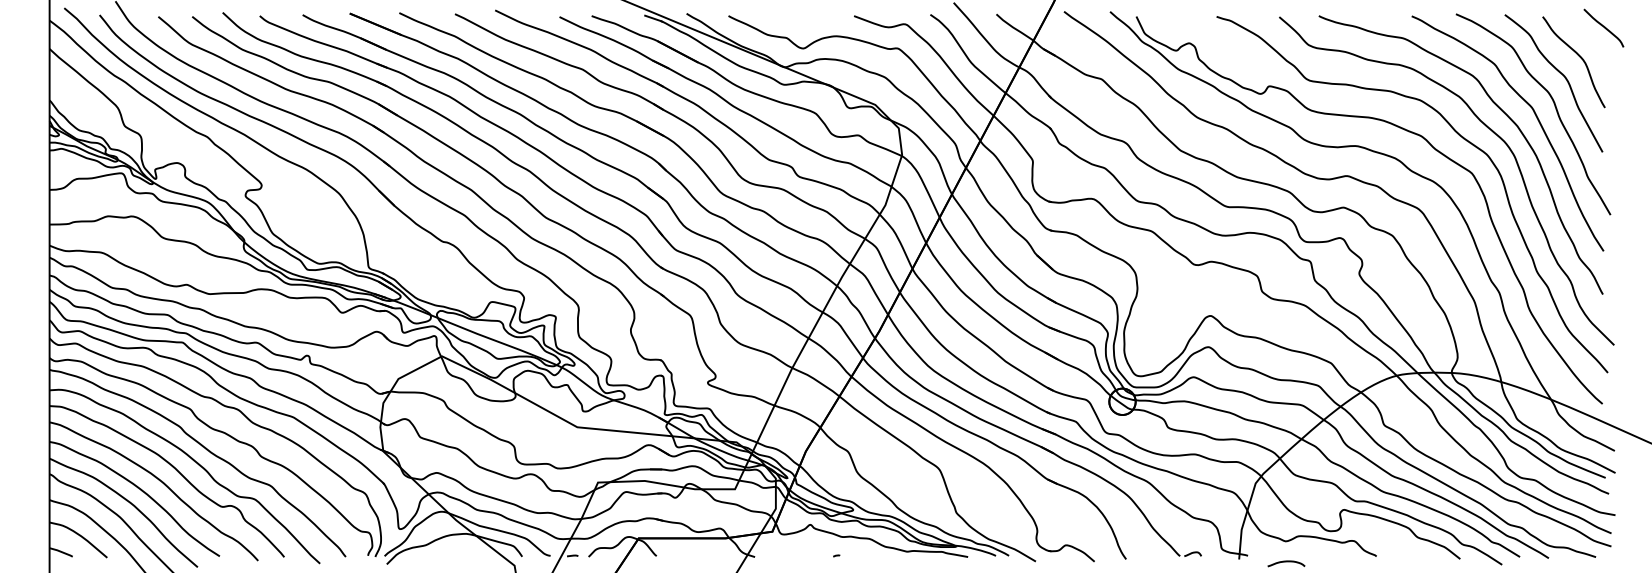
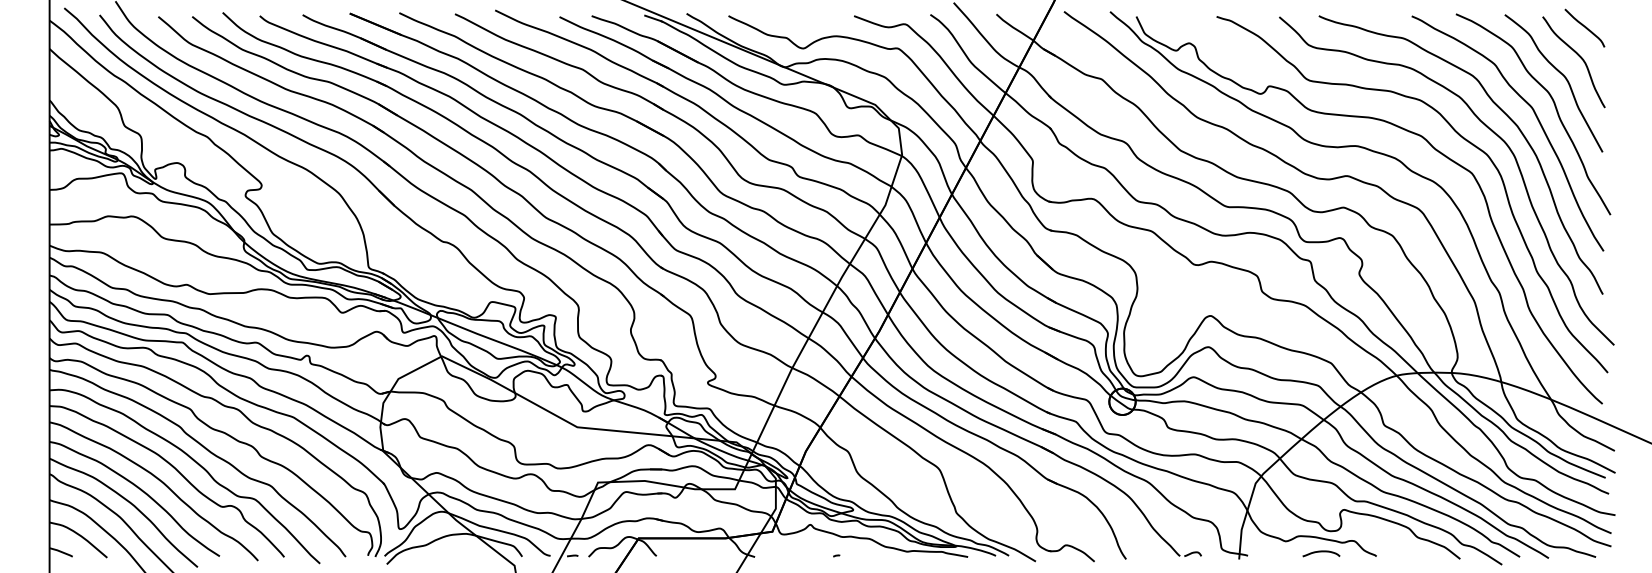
curve at (1603, 27) position: (1603, 27) -> (1584, 27)
curve at (1286, 562) position: (1286, 562) -> (1321, 552)
